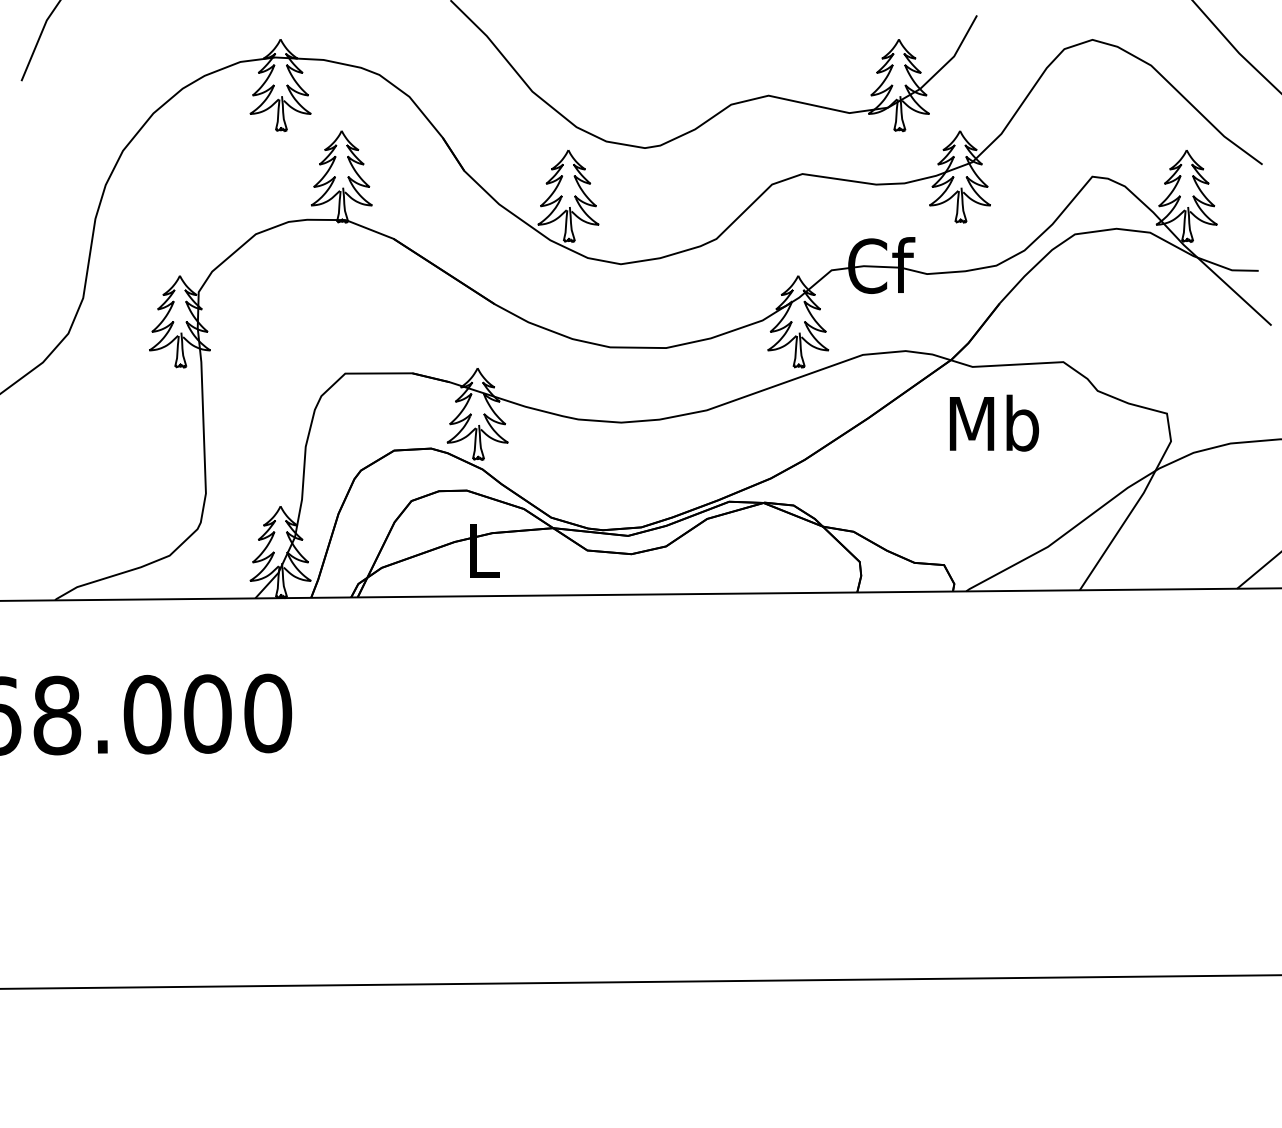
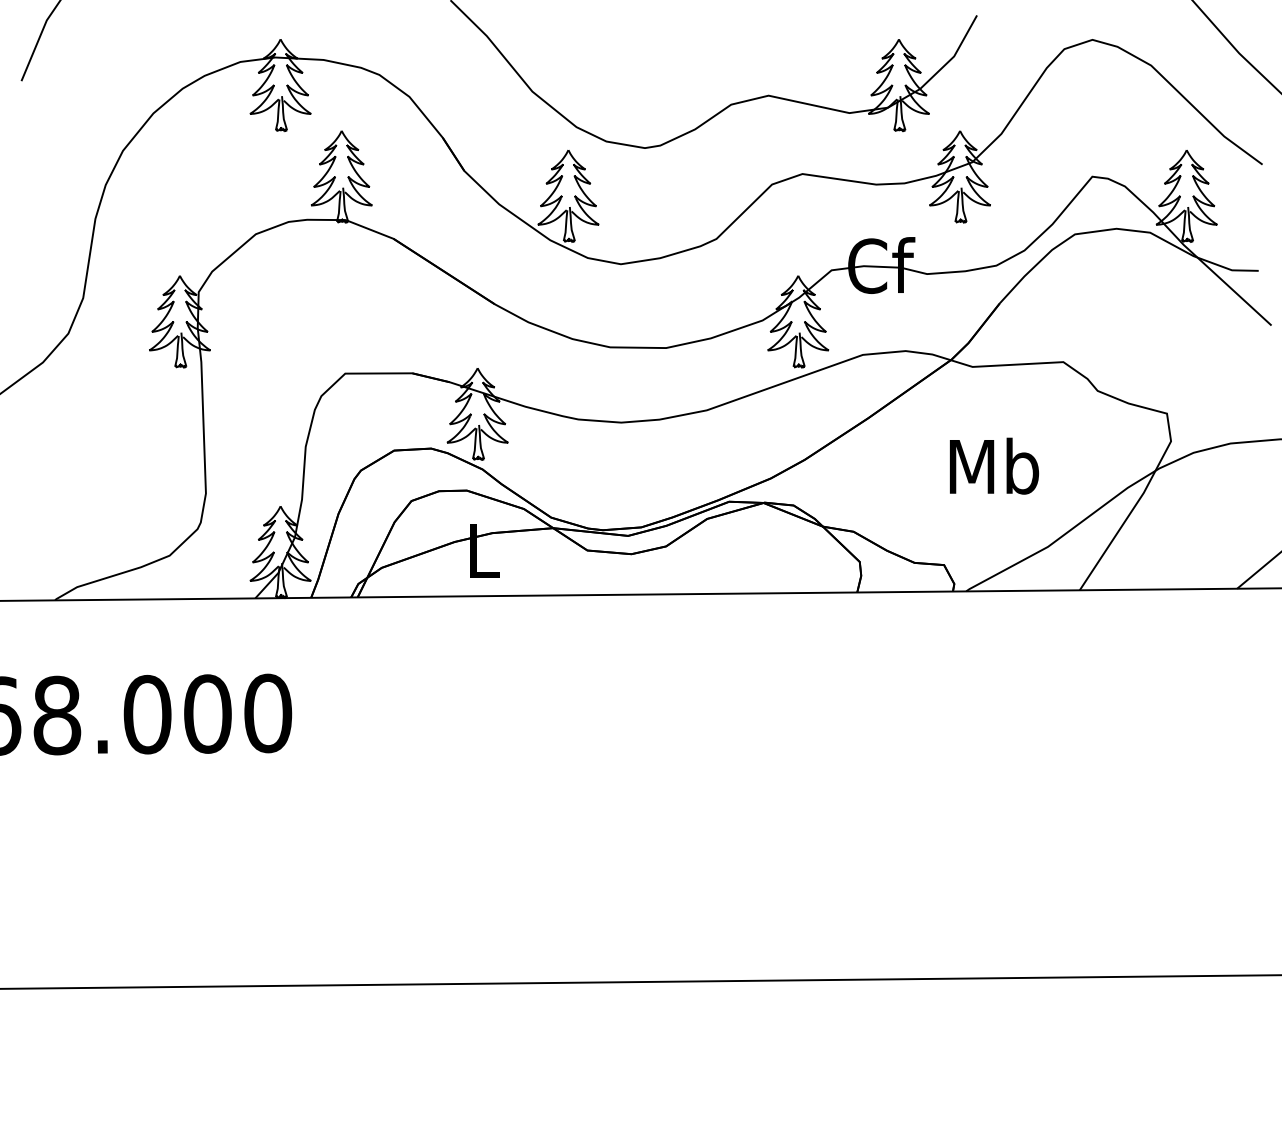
text at (994, 422) position: (994, 422) -> (994, 465)
